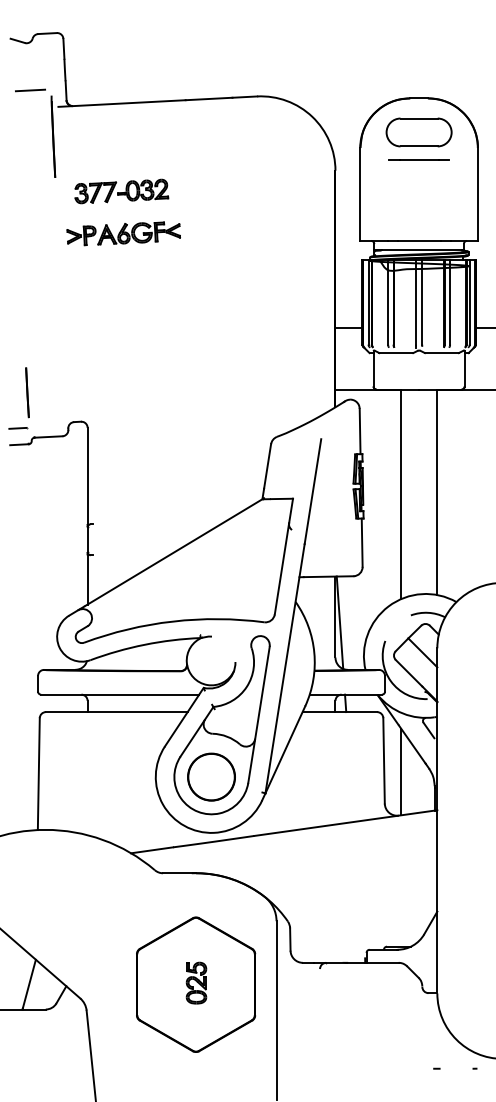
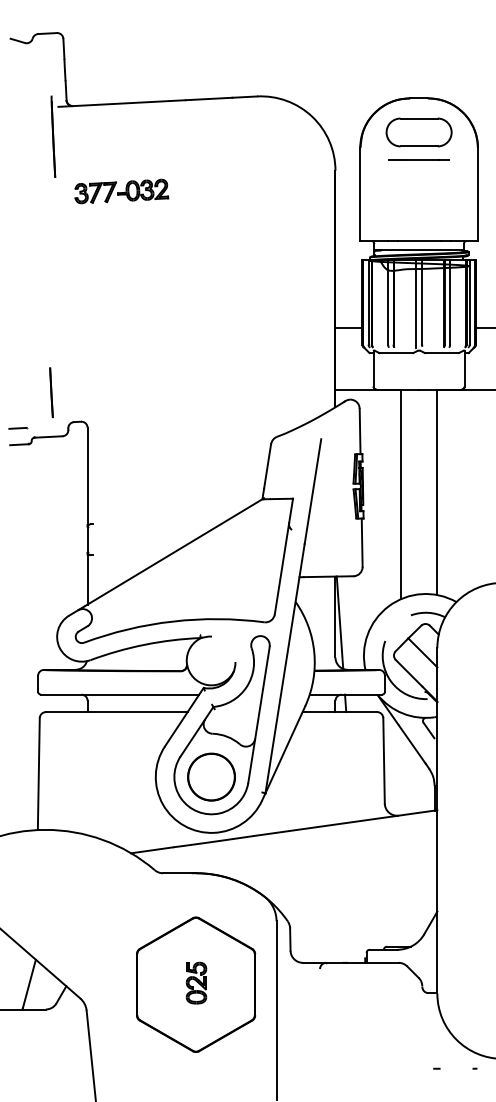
line at (30, 90): present -> none
part at (123, 233): present -> none
line at (27, 392) position: (27, 392) -> (51, 392)
line at (401, 772): present -> none
